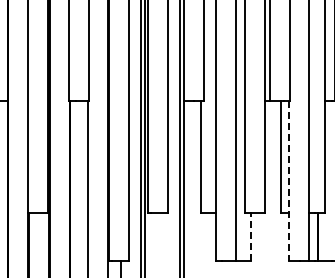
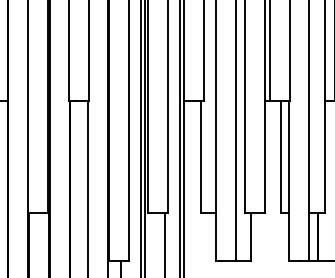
line at (289, 180): dashed -> solid
line at (251, 236): dashed -> solid
line at (165, 243): none -> present
